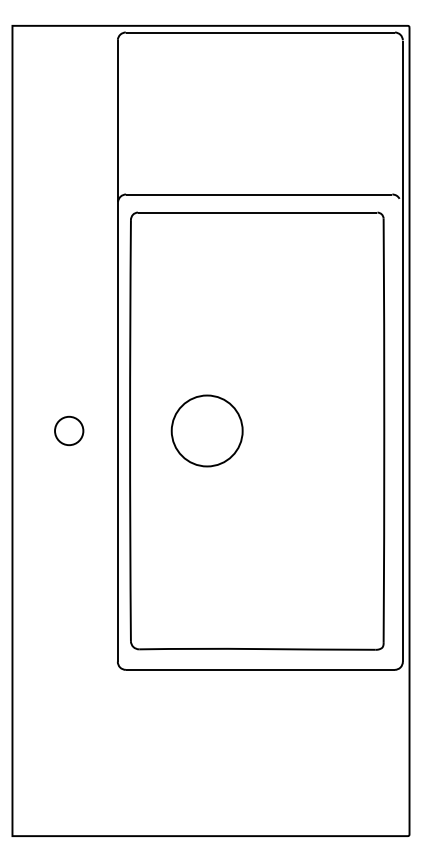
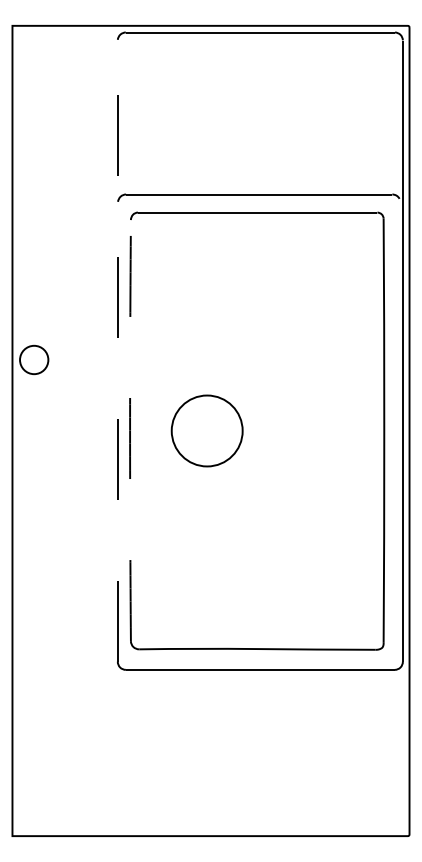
line at (117, 350): solid -> dashed
circle at (69, 430) position: (69, 430) -> (34, 359)
line at (130, 430): solid -> dashed
